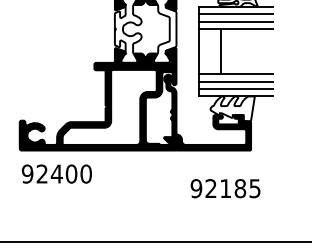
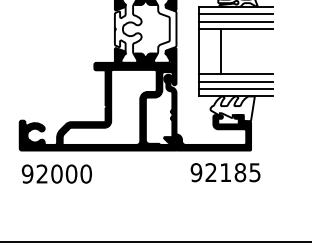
text at (56, 173): 92400 -> 92000
text at (225, 188) position: (225, 188) -> (225, 172)
